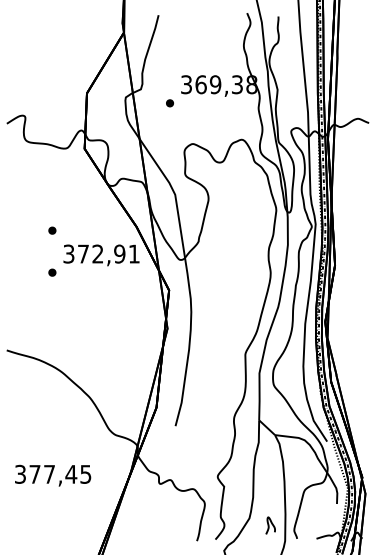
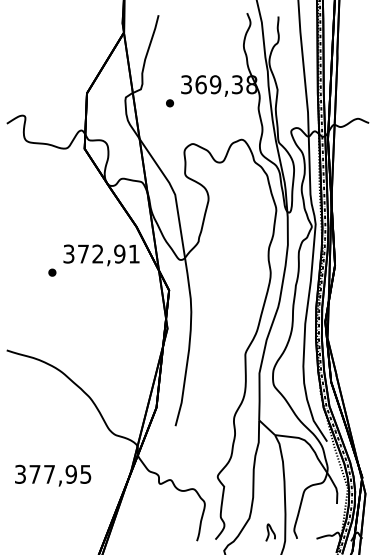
part at (52, 230): present -> none
text at (71, 473): 377,45 -> 377,95
curve at (269, 525) position: (269, 525) -> (269, 532)
